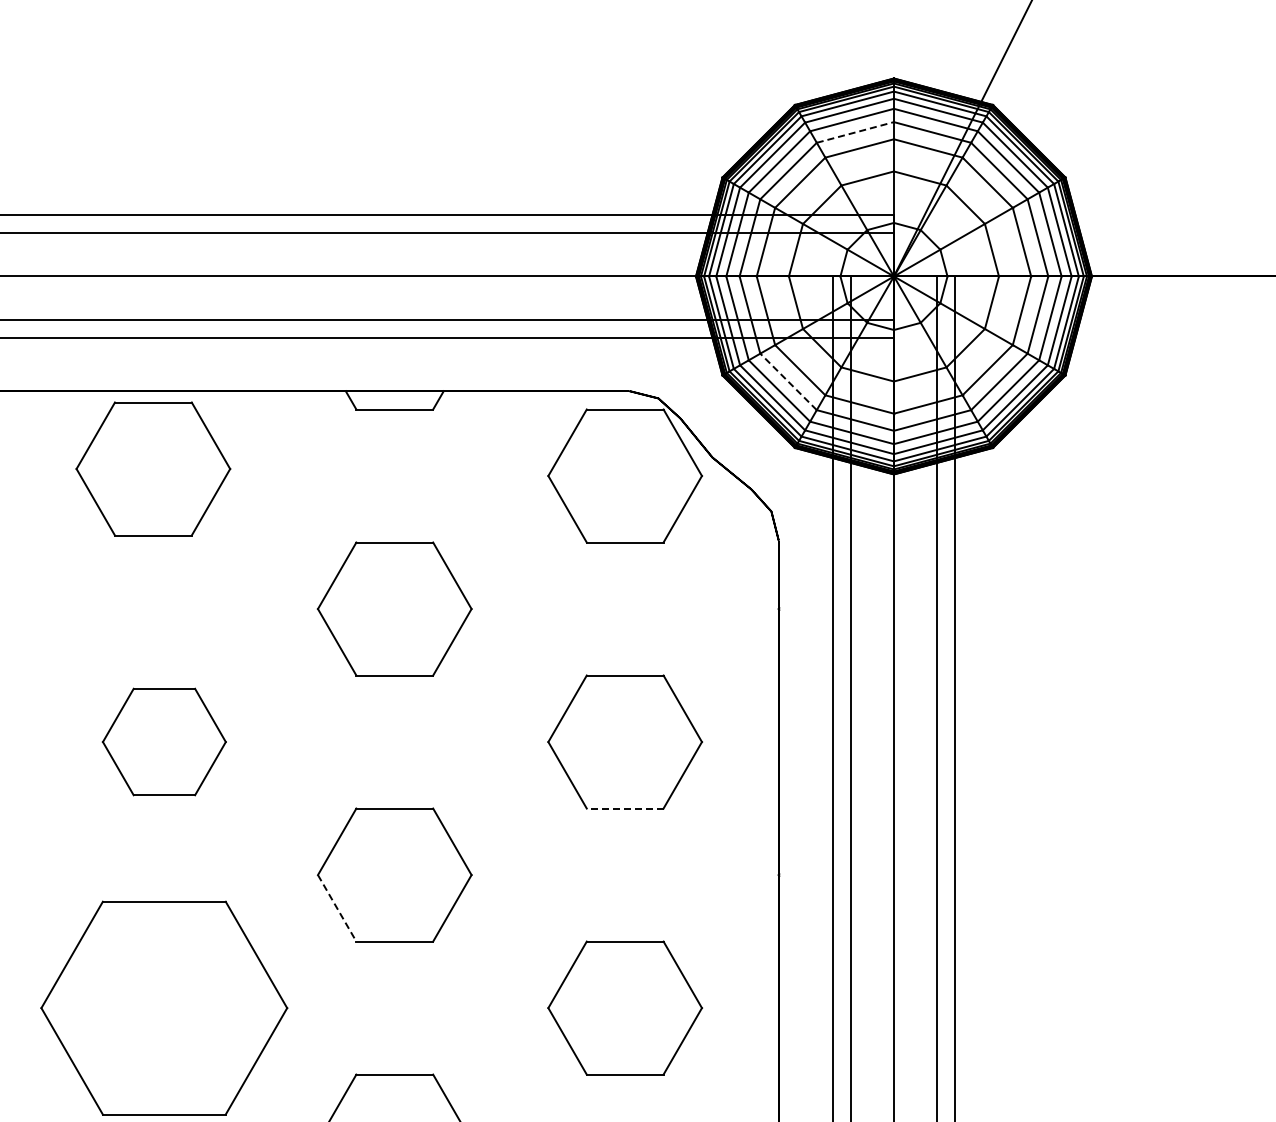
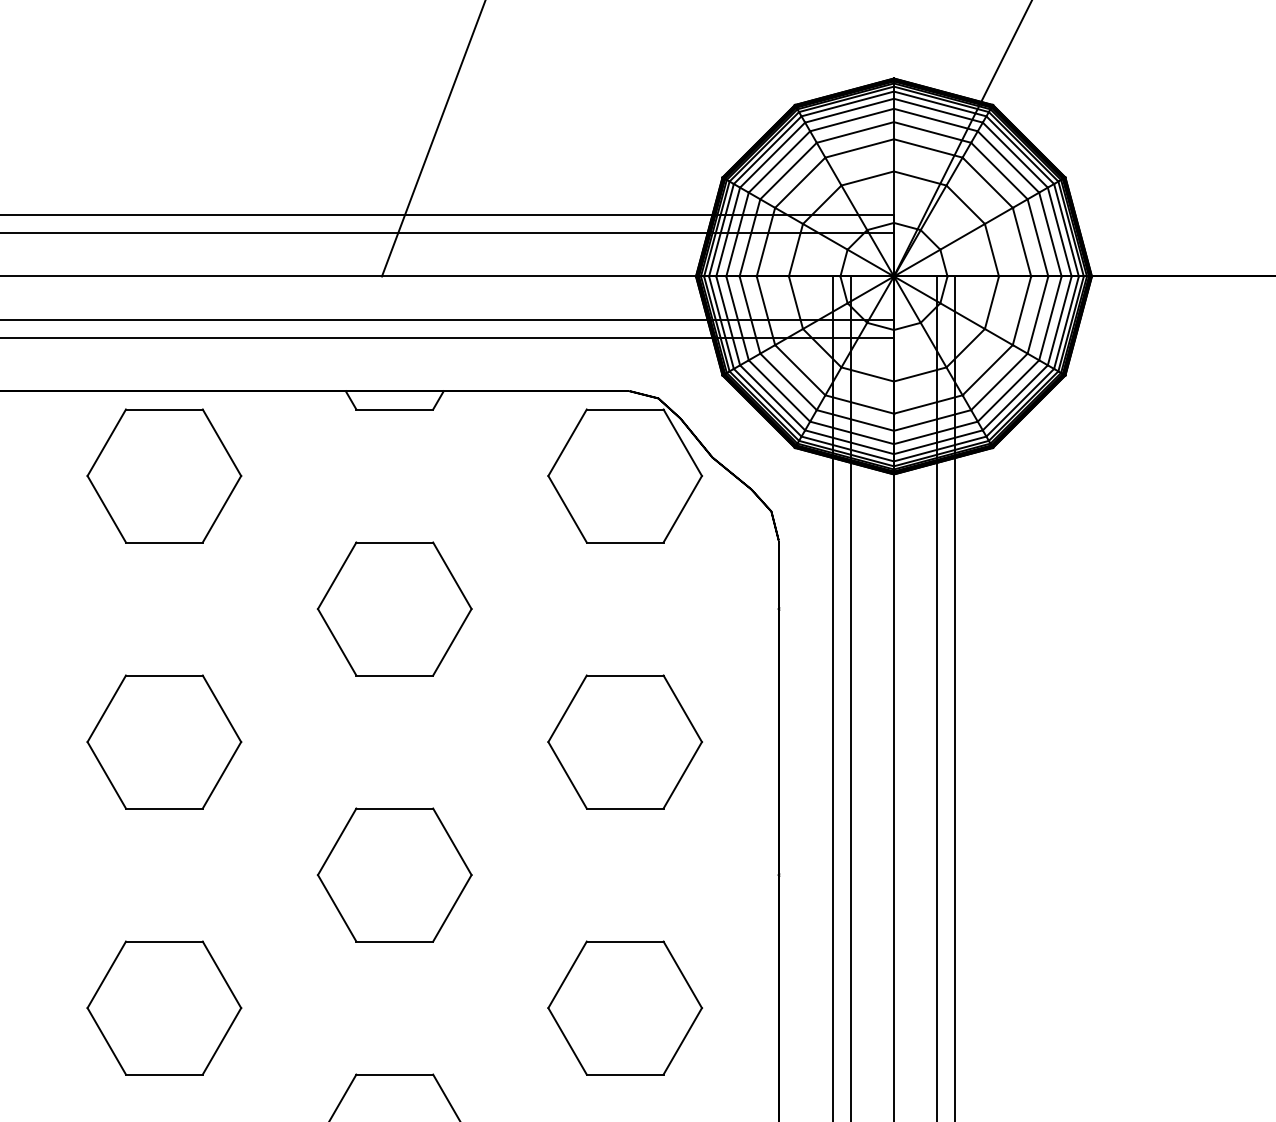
line at (855, 132): dashed -> solid
line at (432, 139): none -> present
line at (788, 381): dashed -> solid
part at (153, 468) position: (153, 468) -> (164, 475)
part at (163, 741) size: 126x110 px -> 157x136 px
line at (624, 808): dashed -> solid
line at (337, 908): dashed -> solid
part at (164, 1007) size: 249x216 px -> 157x136 px
